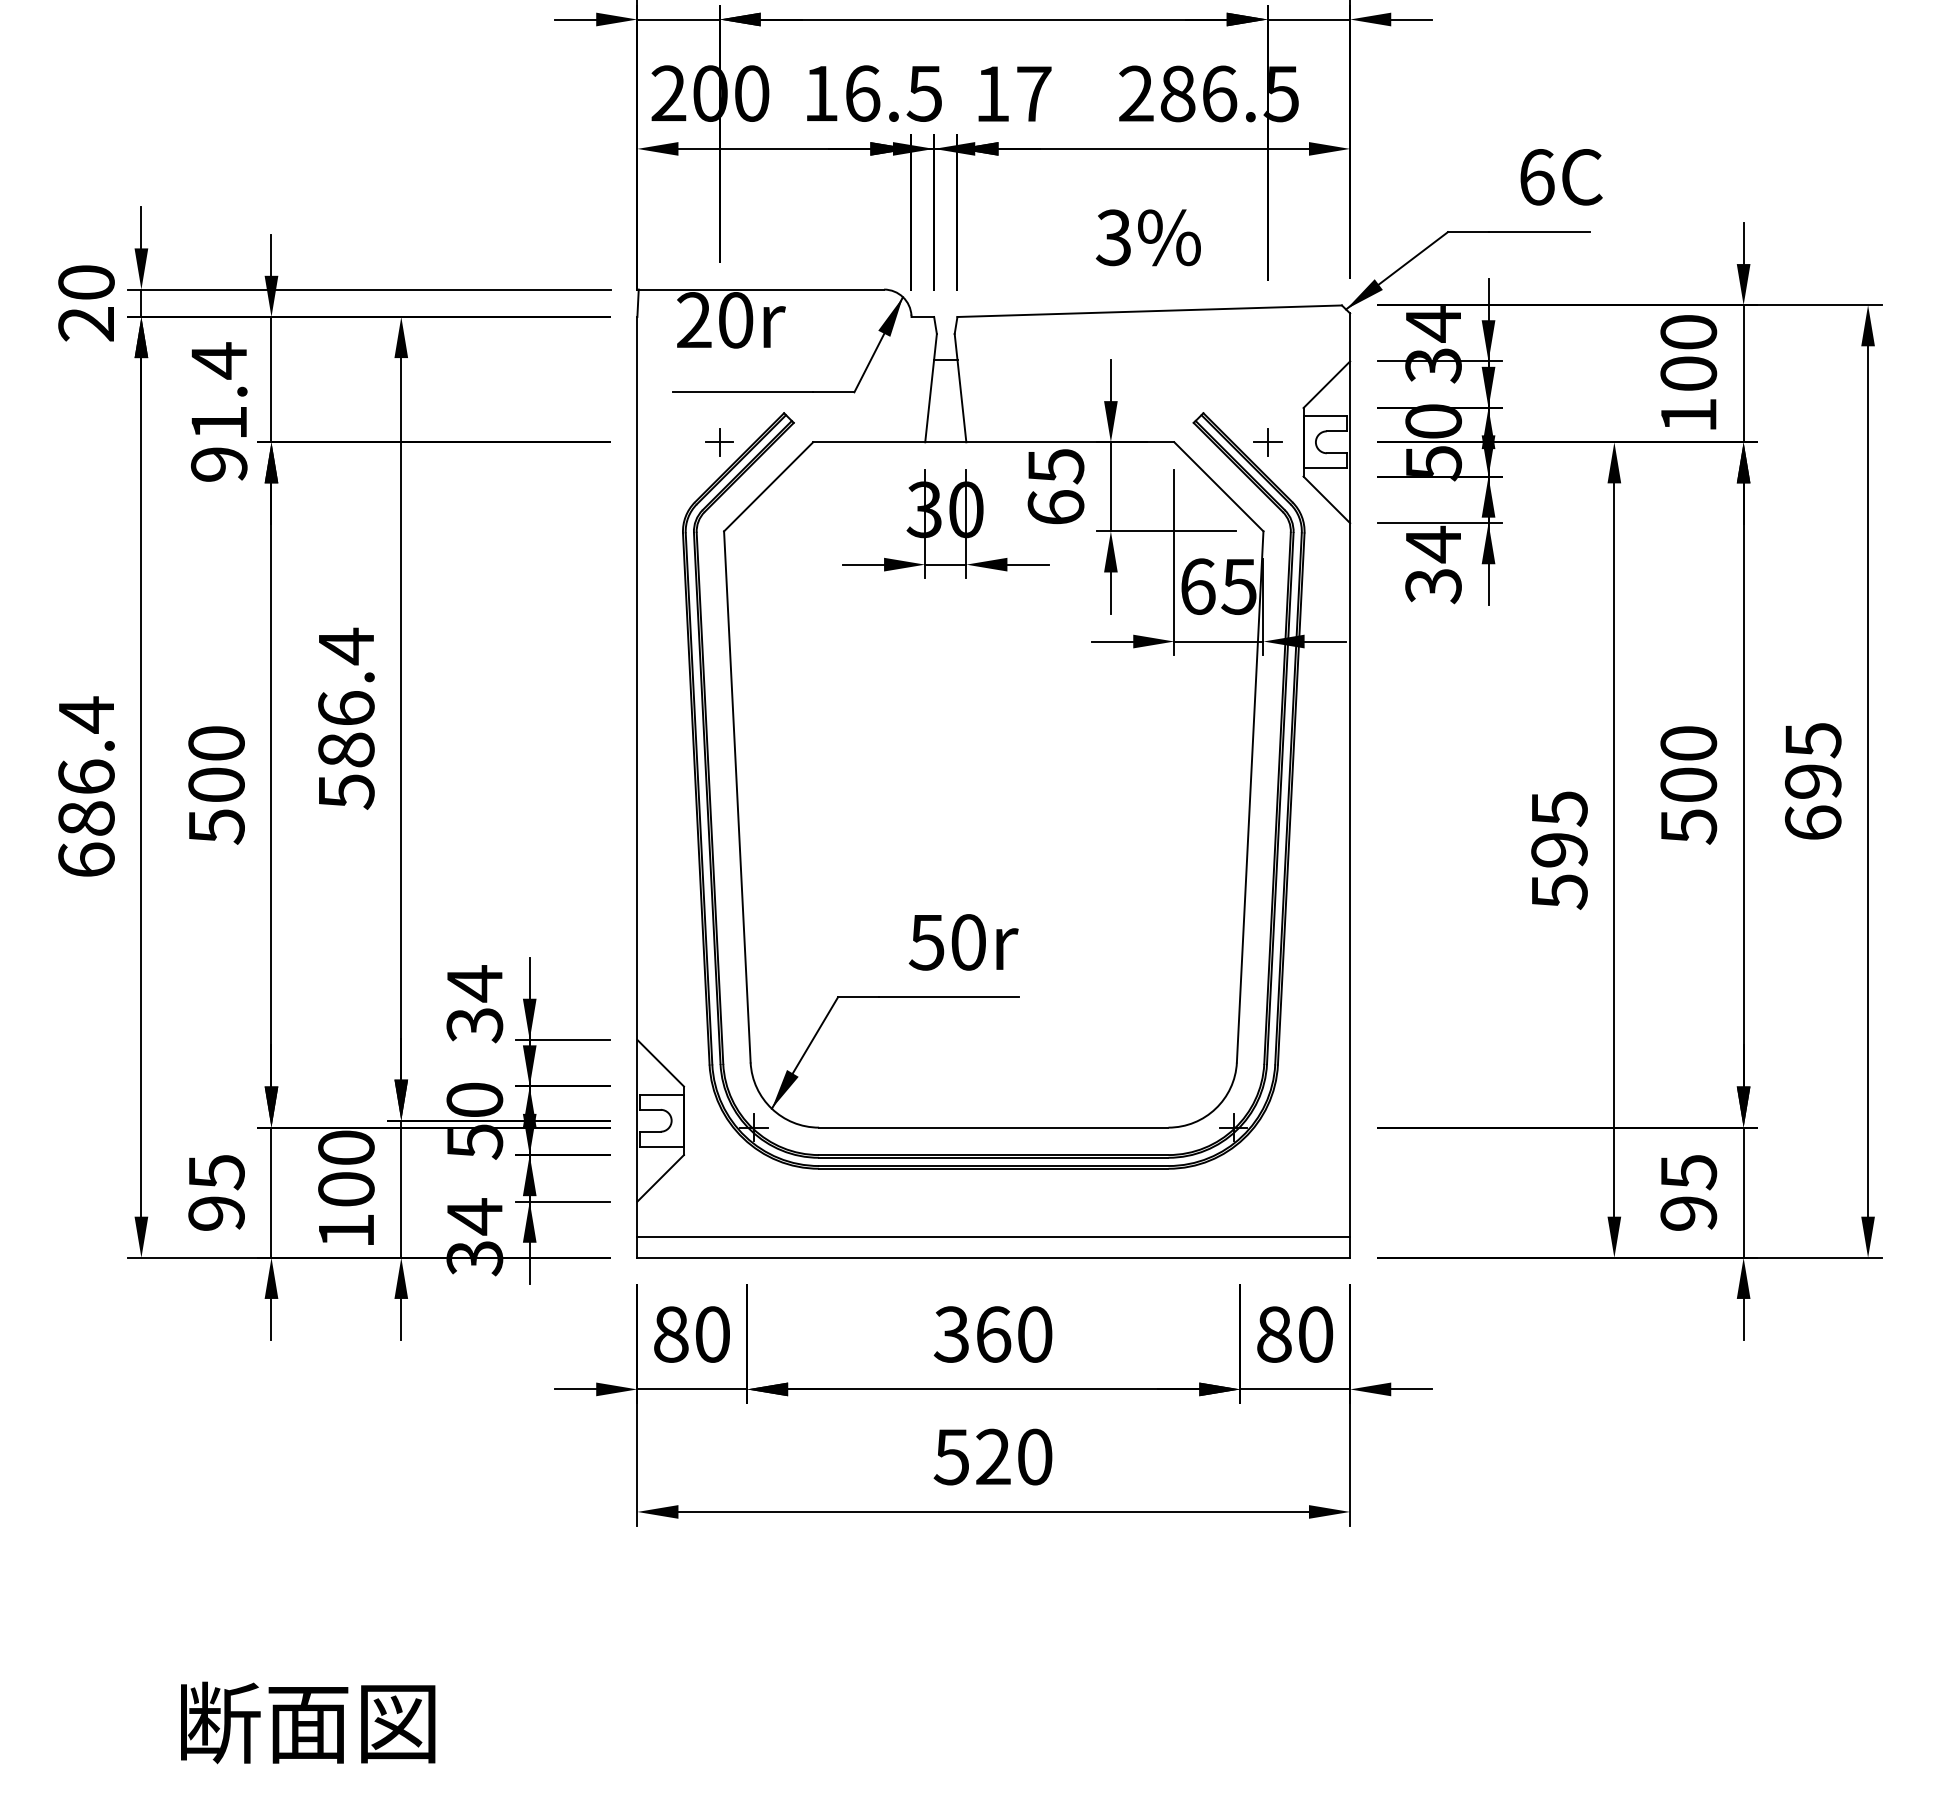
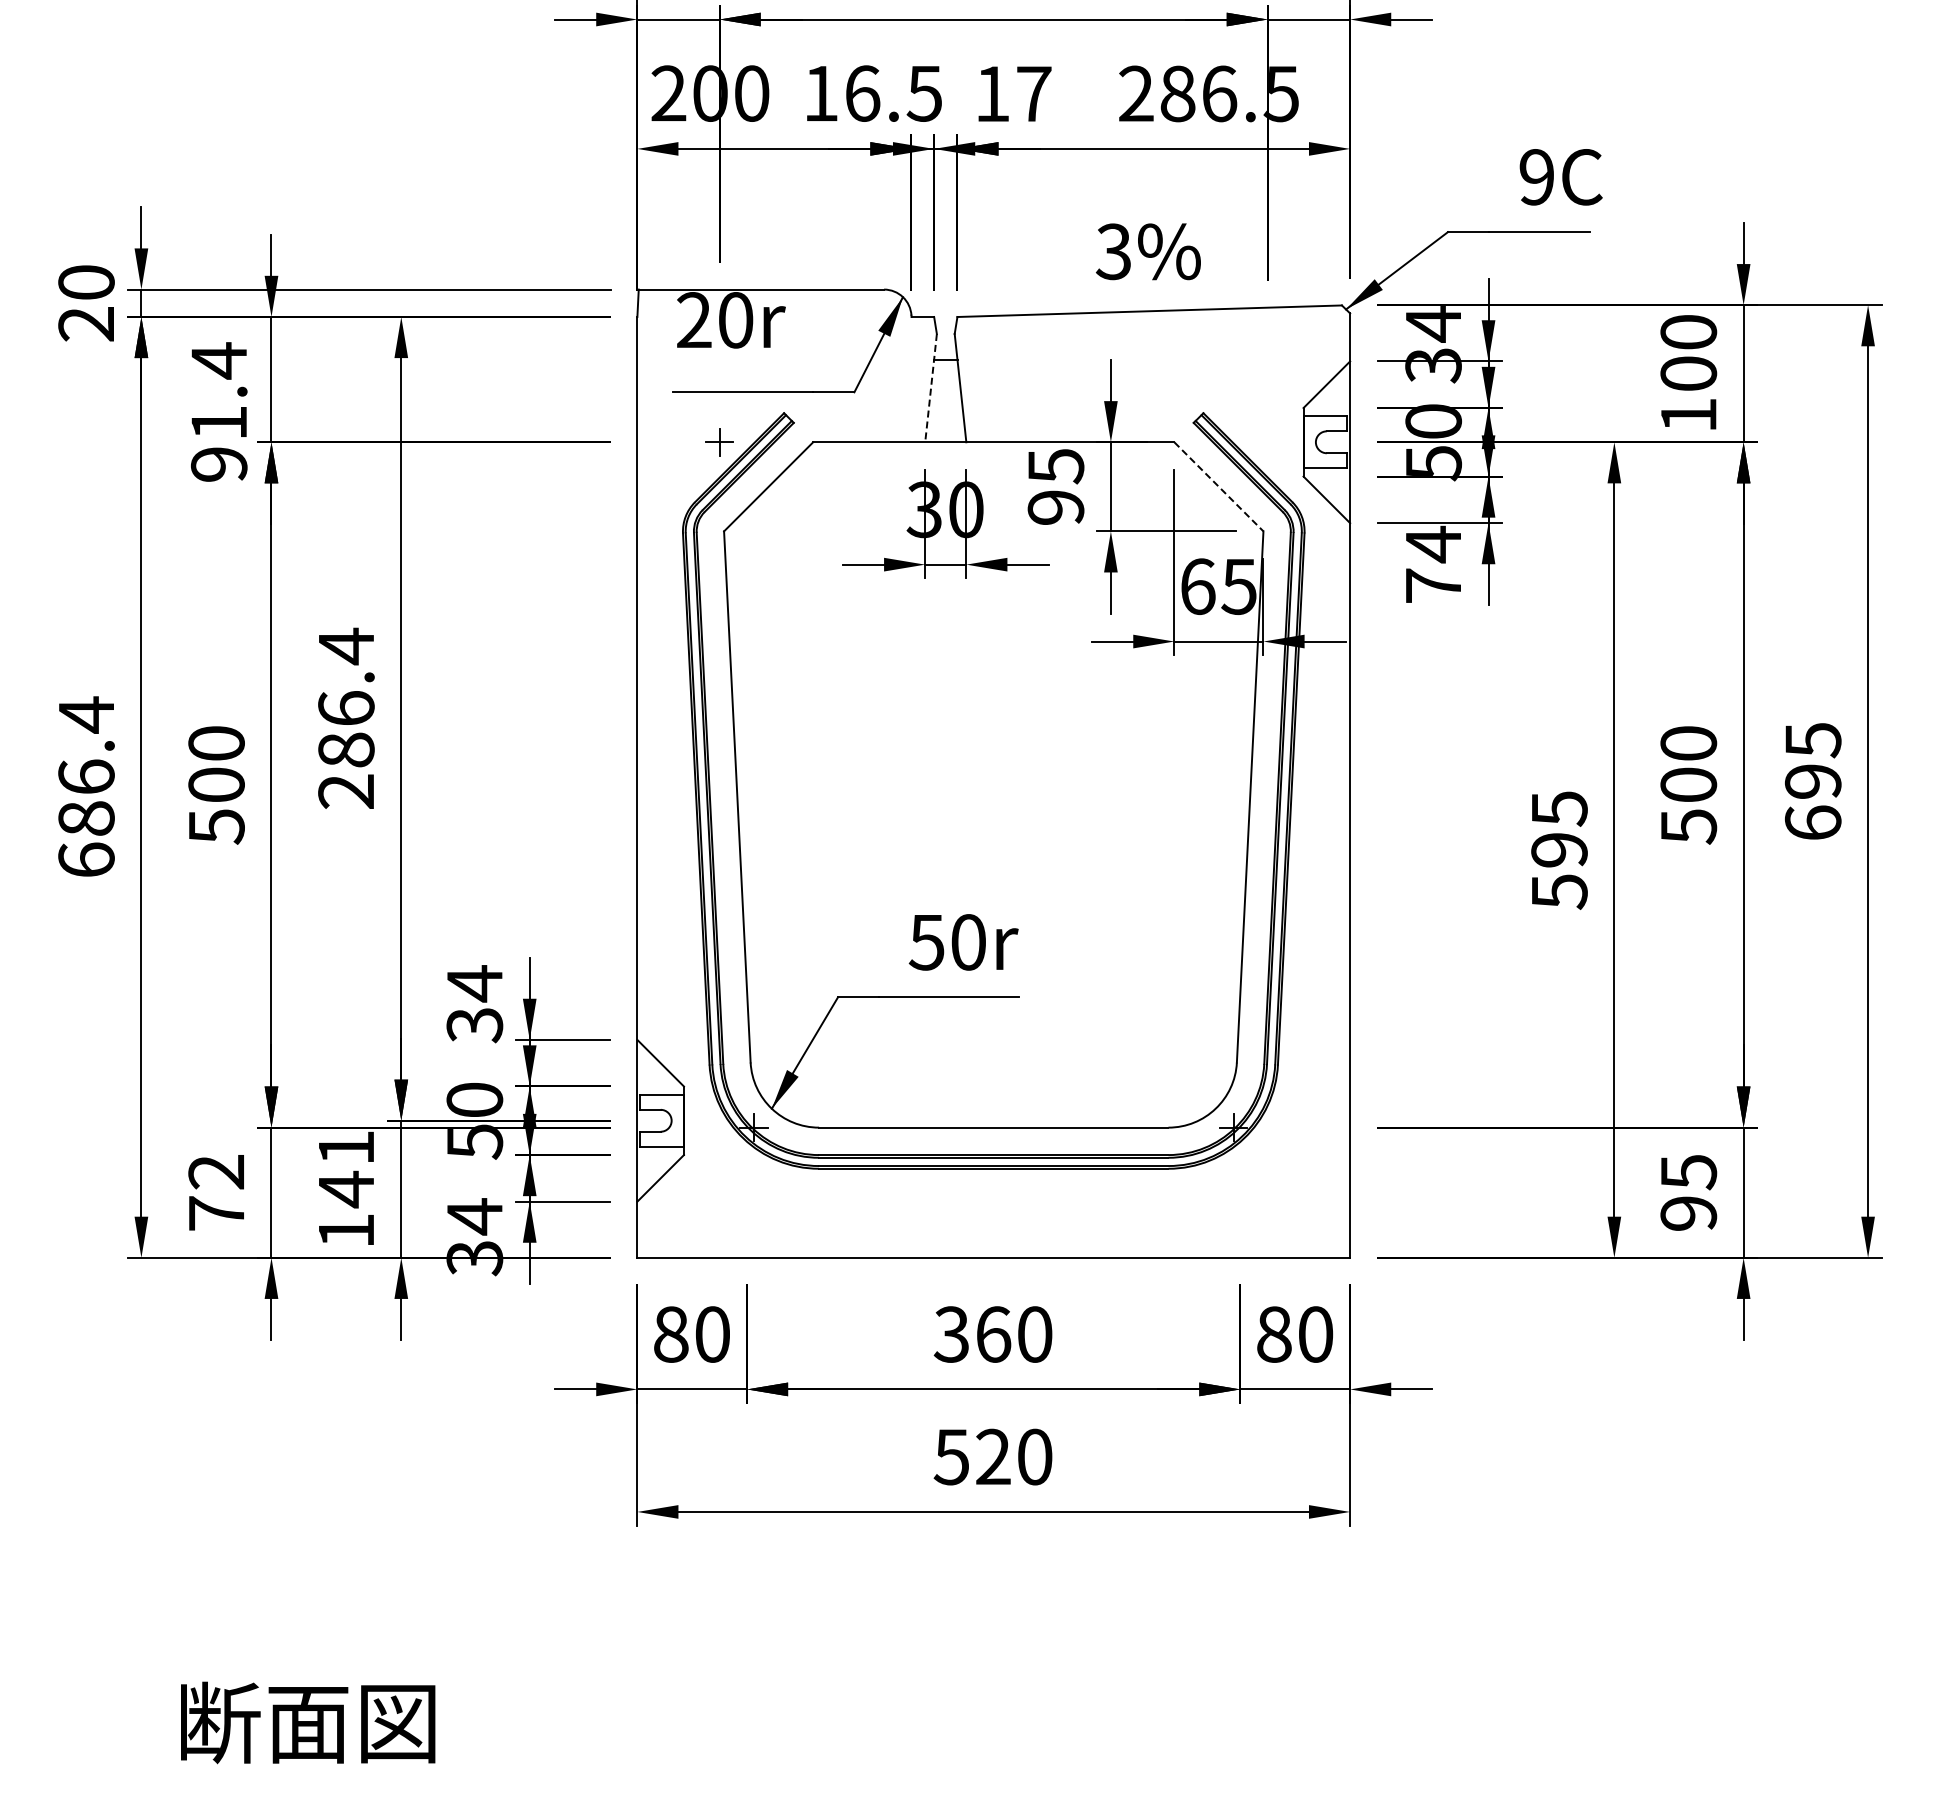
text at (1536, 177): 6C -> 9C
text at (1148, 237) position: (1148, 237) -> (1148, 251)
line at (931, 388): solid -> dashed
part at (1267, 442): present -> none
line at (1219, 487): solid -> dashed
text at (1055, 507): 65 -> 95
text at (1433, 586): 34 -> 74
text at (346, 791): 586.4 -> 286.4
text at (346, 1169): 100 -> 141
text at (216, 1192): 95 -> 72
line at (993, 1237): present -> none
